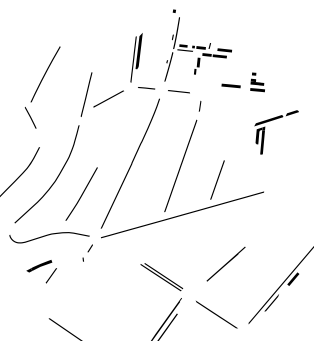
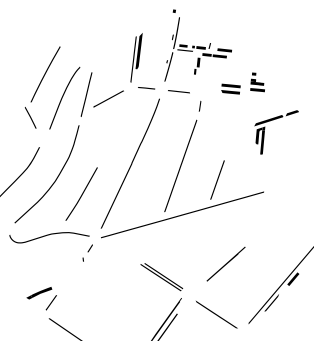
fill at (230, 91): none -> present
fill at (64, 97): none -> present
part at (41, 271) position: (41, 271) -> (41, 298)
